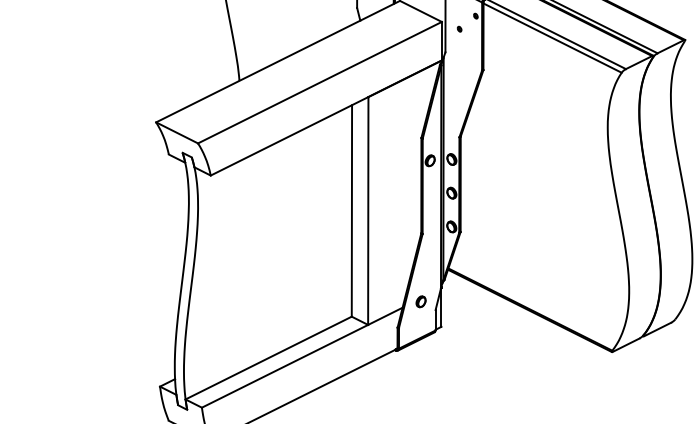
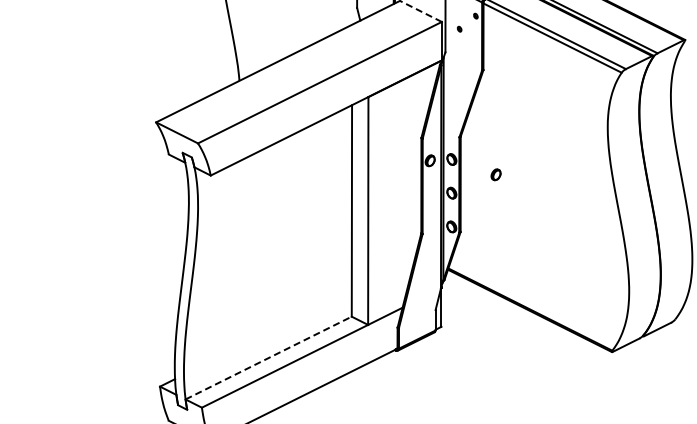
line at (420, 11): solid -> dashed
part at (420, 301) position: (420, 301) -> (495, 174)
line at (268, 358): solid -> dashed
